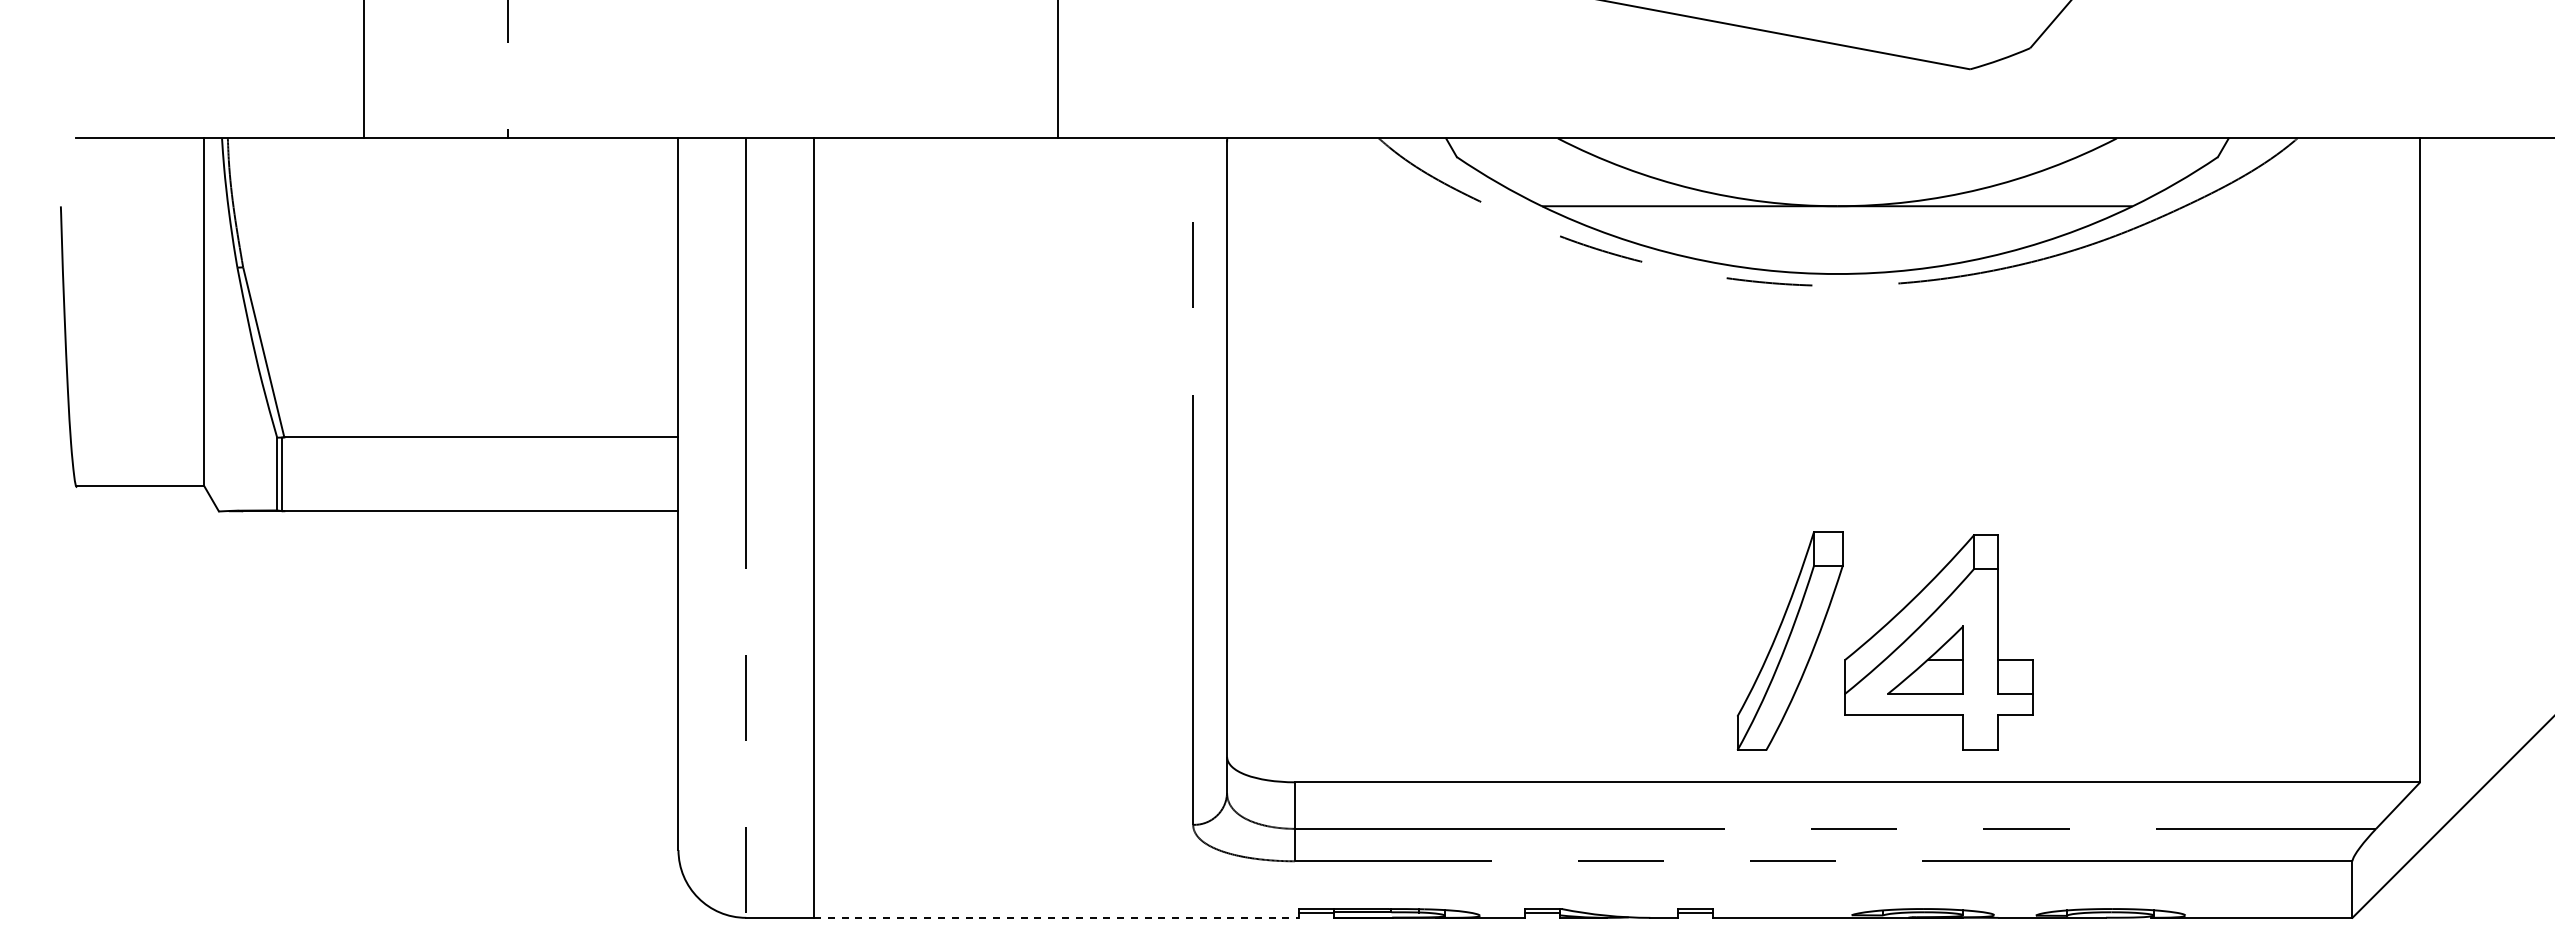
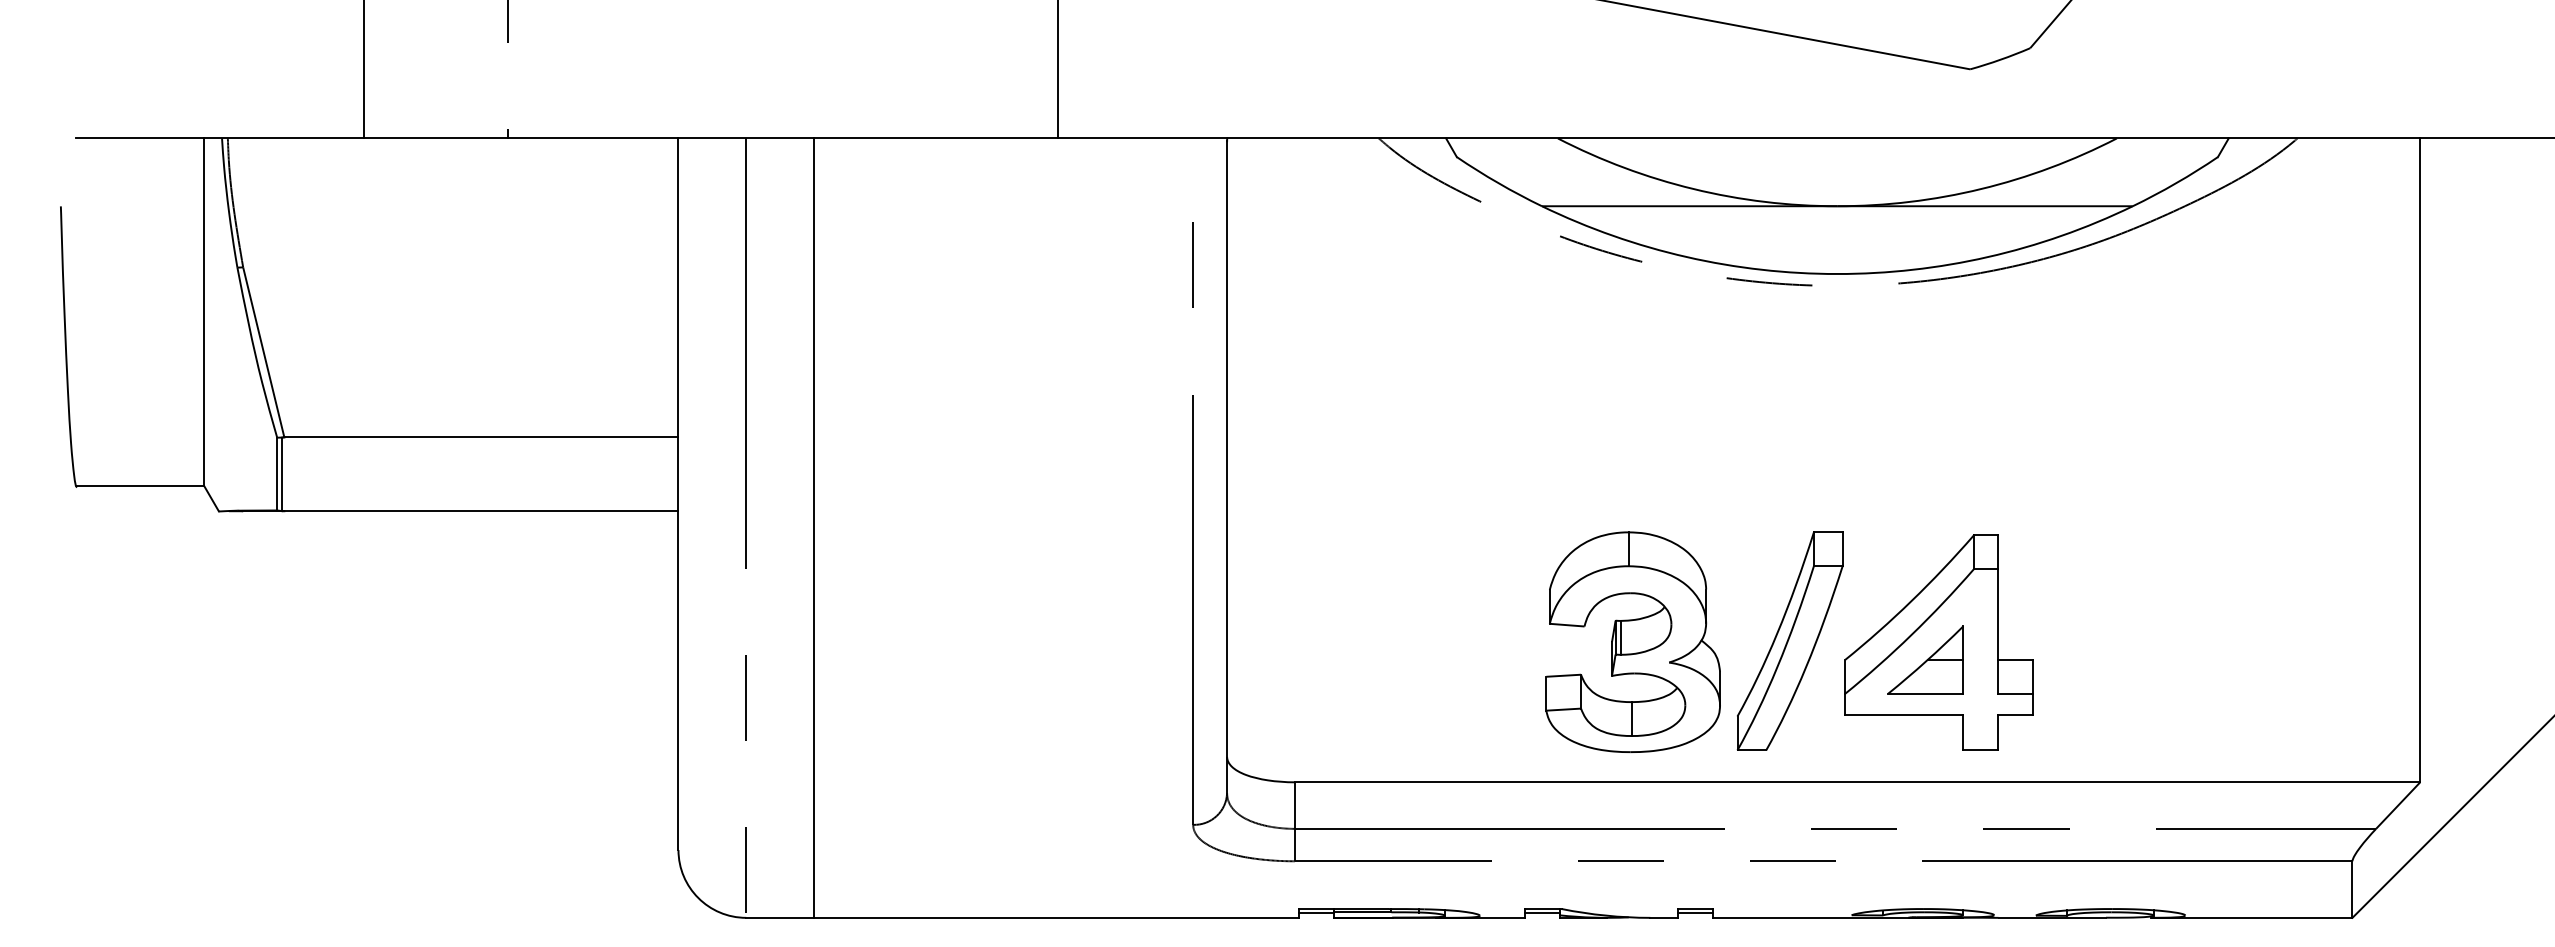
part at (1632, 641): none -> present
line at (1056, 917): dashed -> solid
